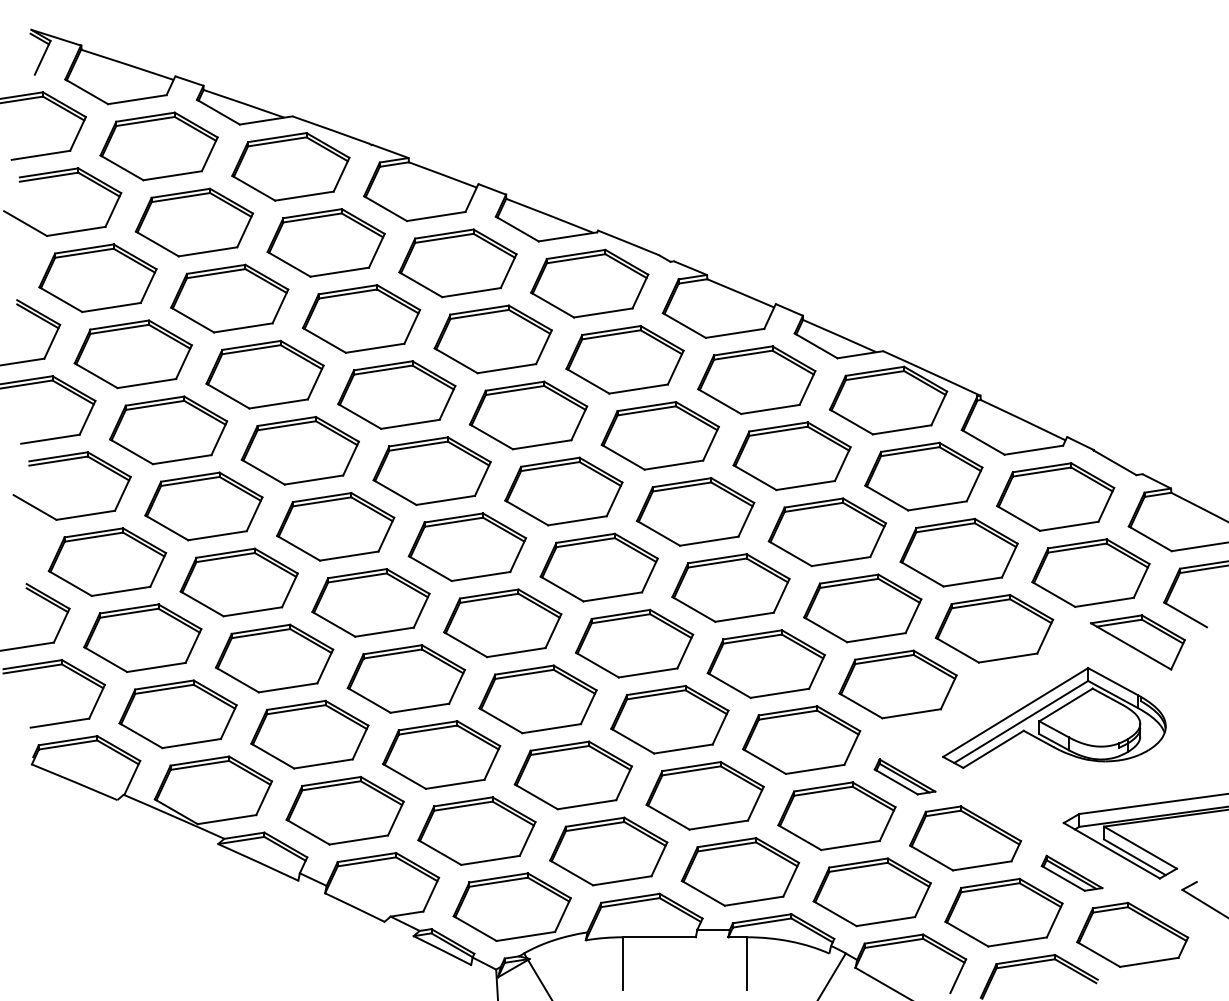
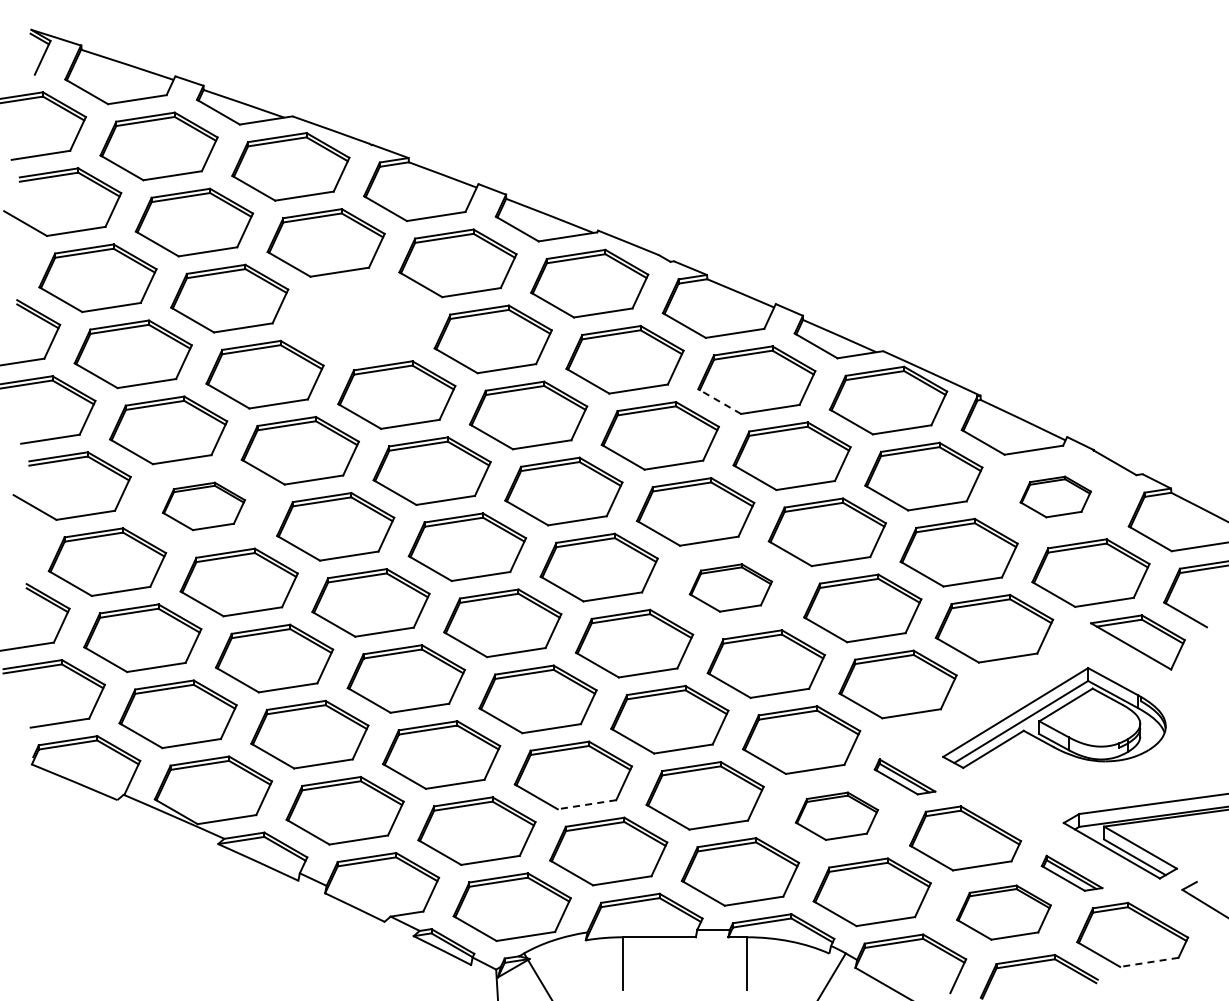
part at (361, 318): present -> none
line at (719, 401): solid -> dashed
part at (1055, 496) size: 120x70 px -> 73x44 px
part at (203, 506) size: 120x71 px -> 85x51 px
part at (730, 587) size: 120x70 px -> 86x50 px
line at (587, 804): solid -> dashed
part at (836, 816) size: 120x71 px -> 86x50 px
part at (1003, 912) size: 120x71 px -> 96x57 px
line at (1149, 962): solid -> dashed
